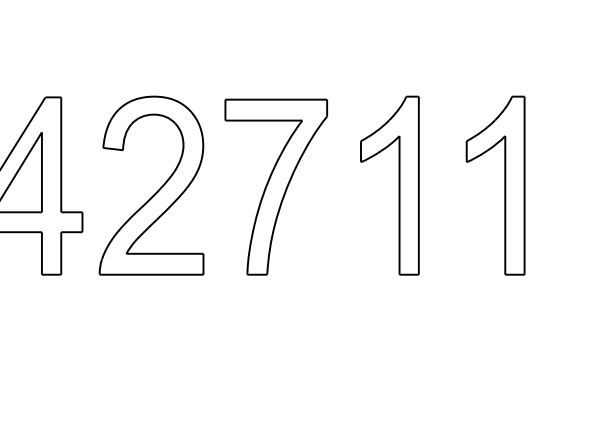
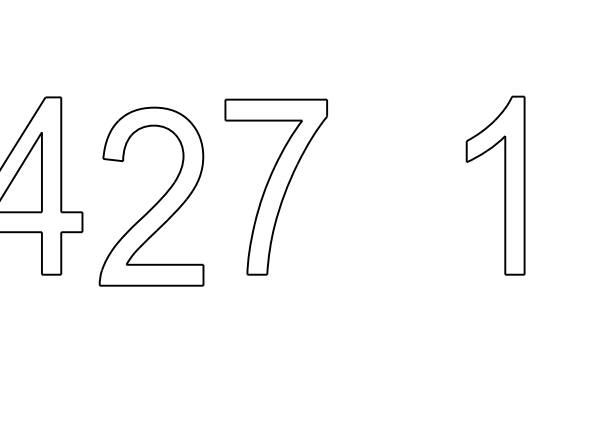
part at (398, 185): present -> none
part at (157, 190) position: (157, 190) -> (157, 201)
